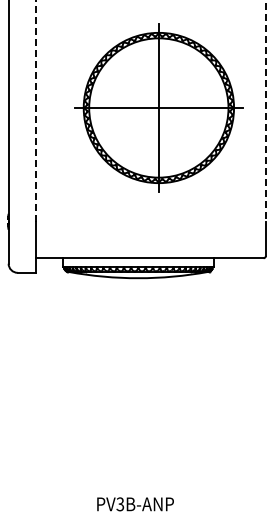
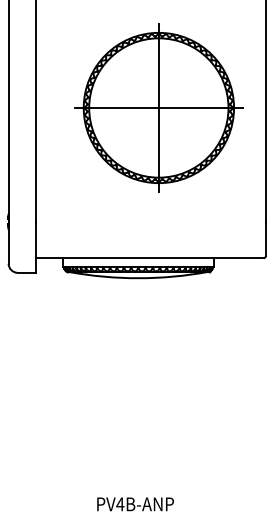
line at (35, 110): dashed -> solid
line at (265, 111): dashed -> solid
text at (120, 504): PV3B-ANP -> PV4B-ANP
